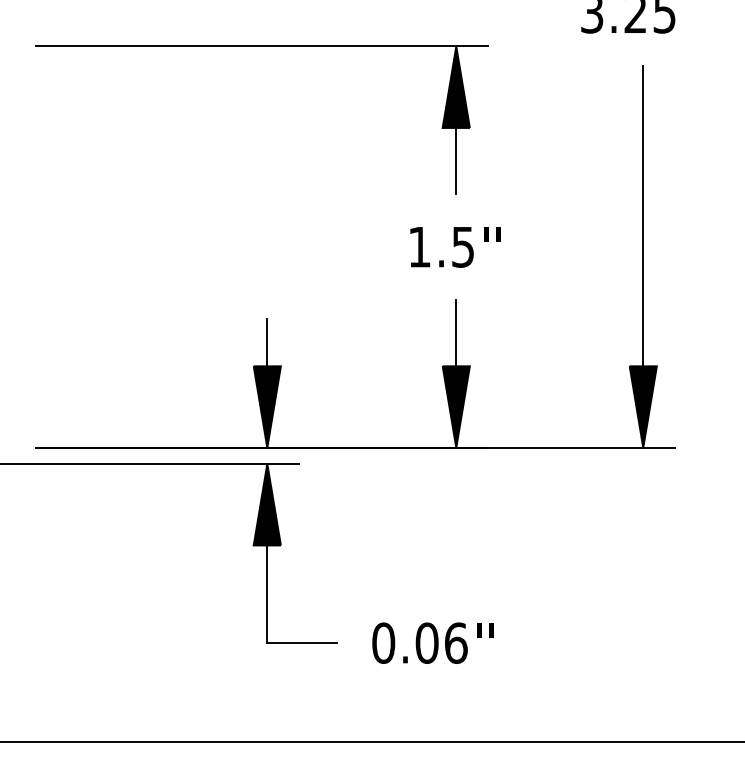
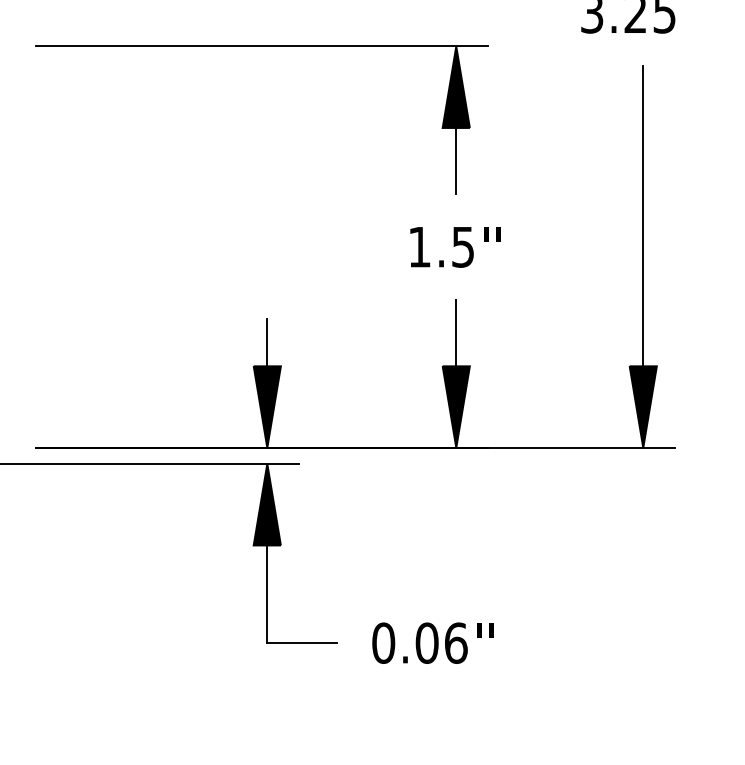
line at (371, 742): present -> none
